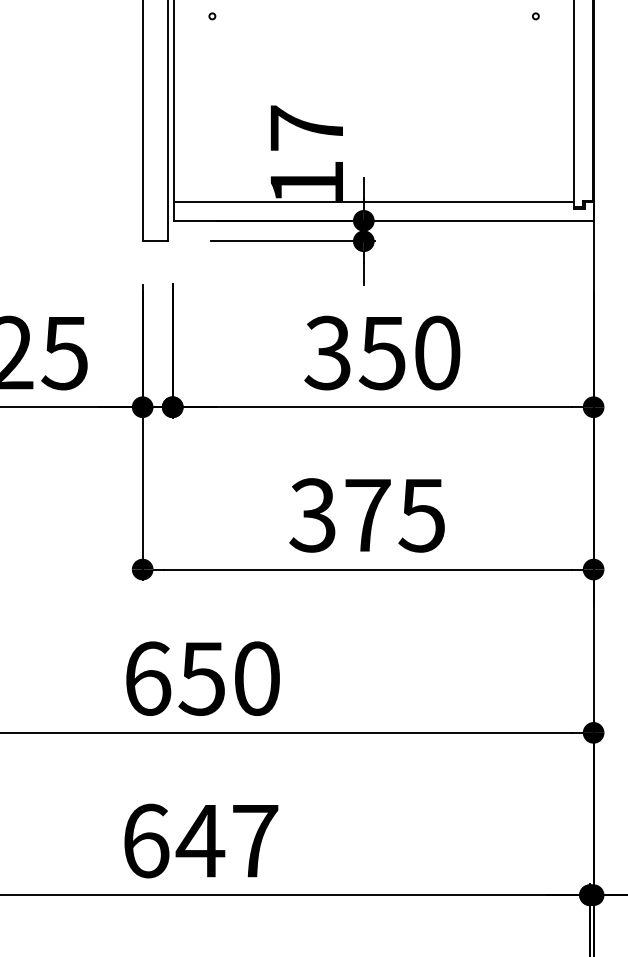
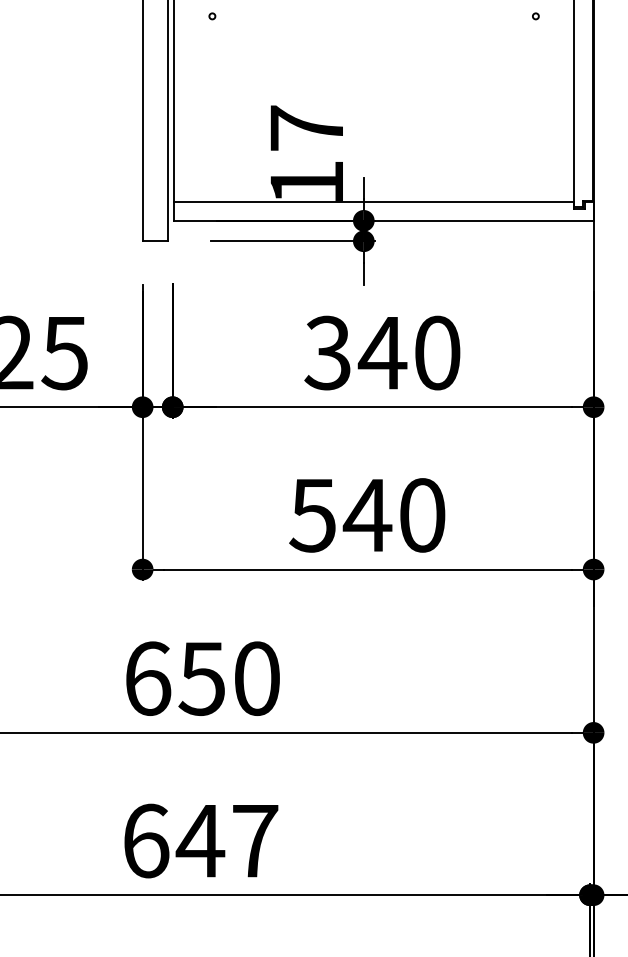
text at (382, 353): 350 -> 340
text at (367, 515): 375 -> 540
